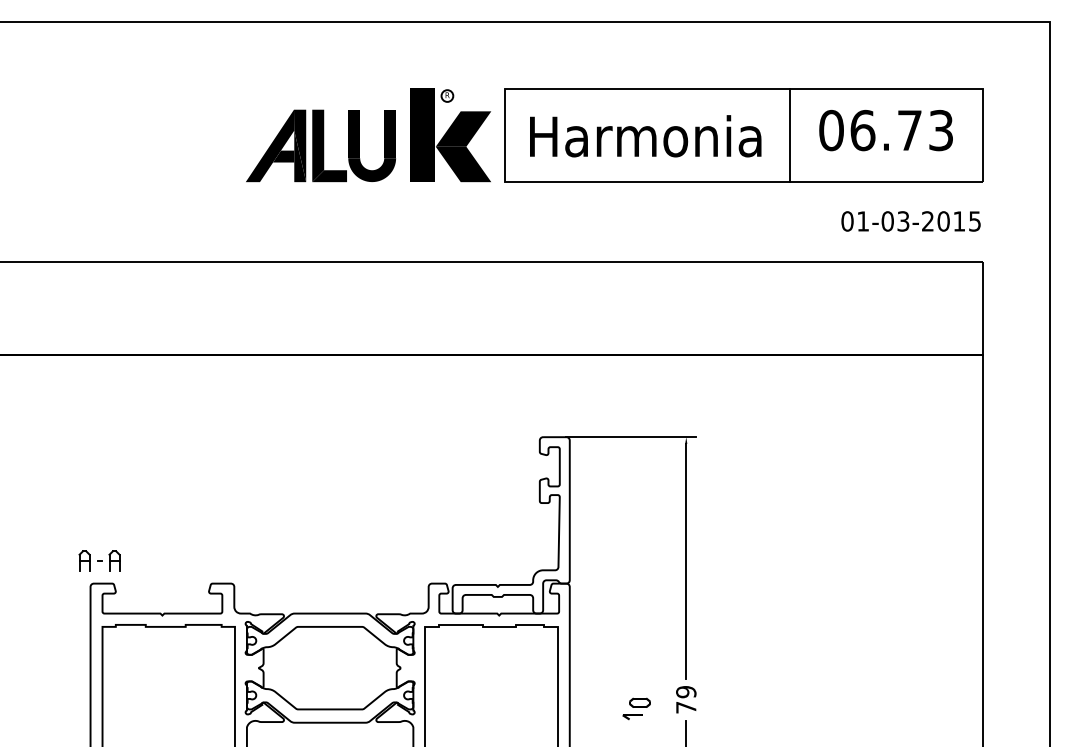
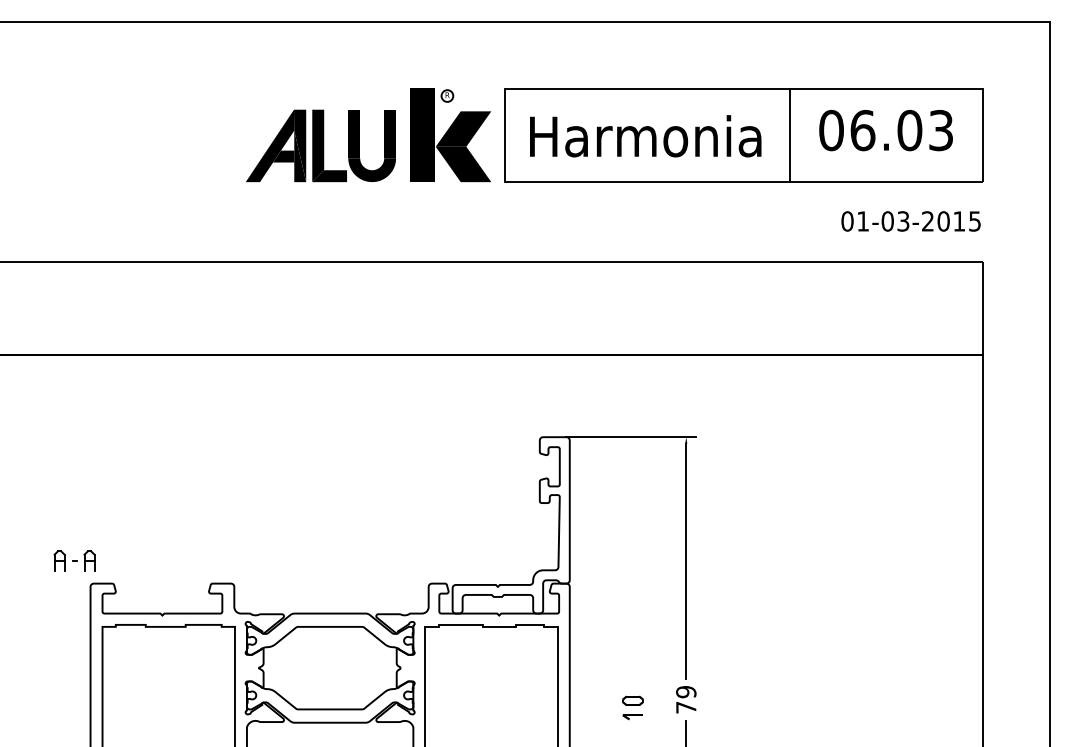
text at (909, 130): 06.73 -> 06.03
part at (99, 560) position: (99, 560) -> (74, 560)
part at (639, 702) position: (639, 702) -> (632, 700)
